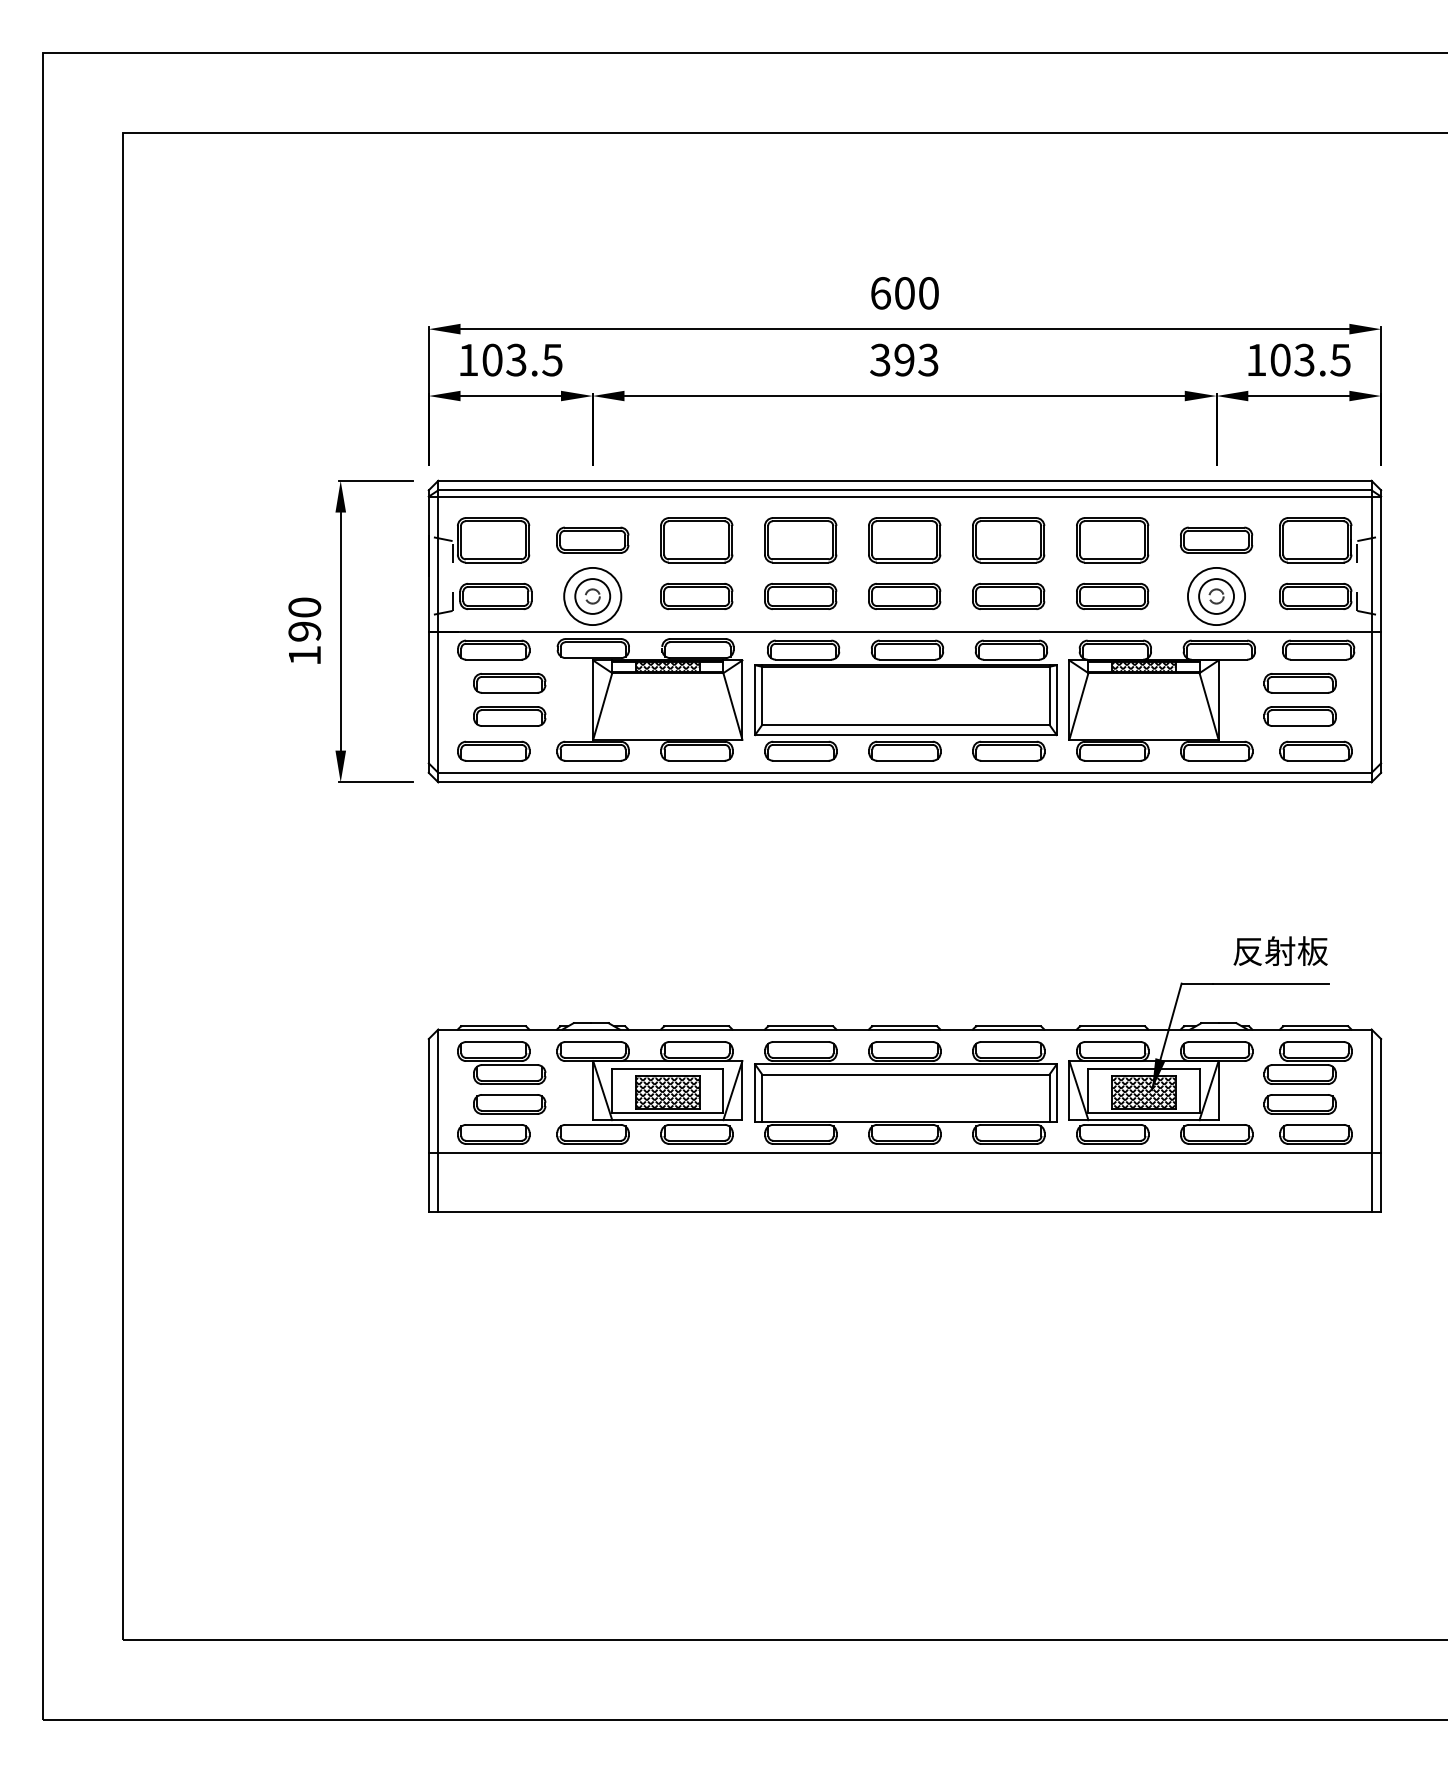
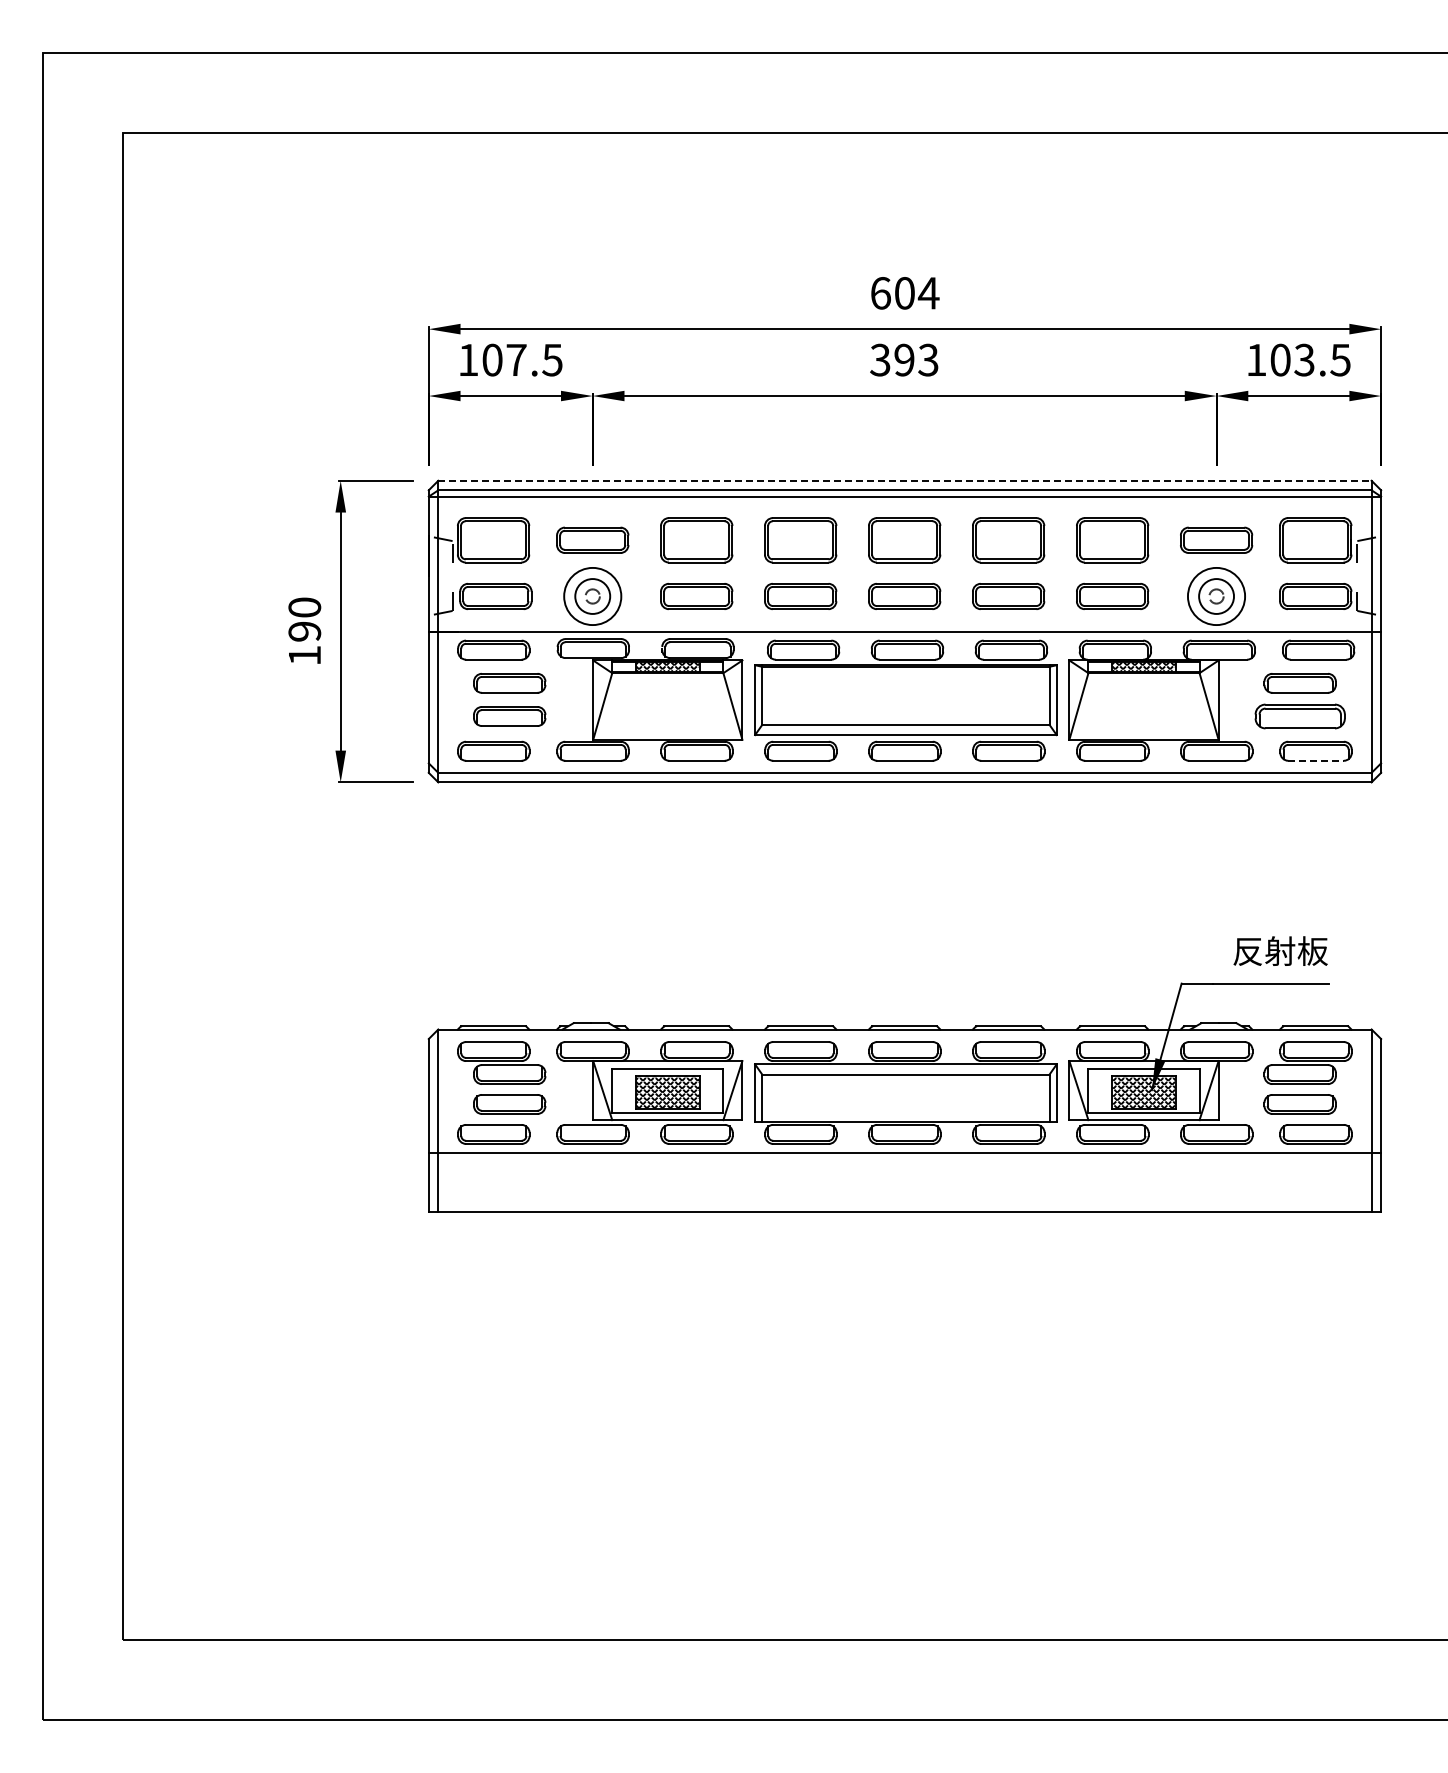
text at (928, 293): 600 -> 604
text at (516, 359): 103.5 -> 107.5
line at (904, 480): solid -> dashed
part at (1299, 716) size: 74x21 px -> 92x27 px
line at (1316, 760): solid -> dashed
